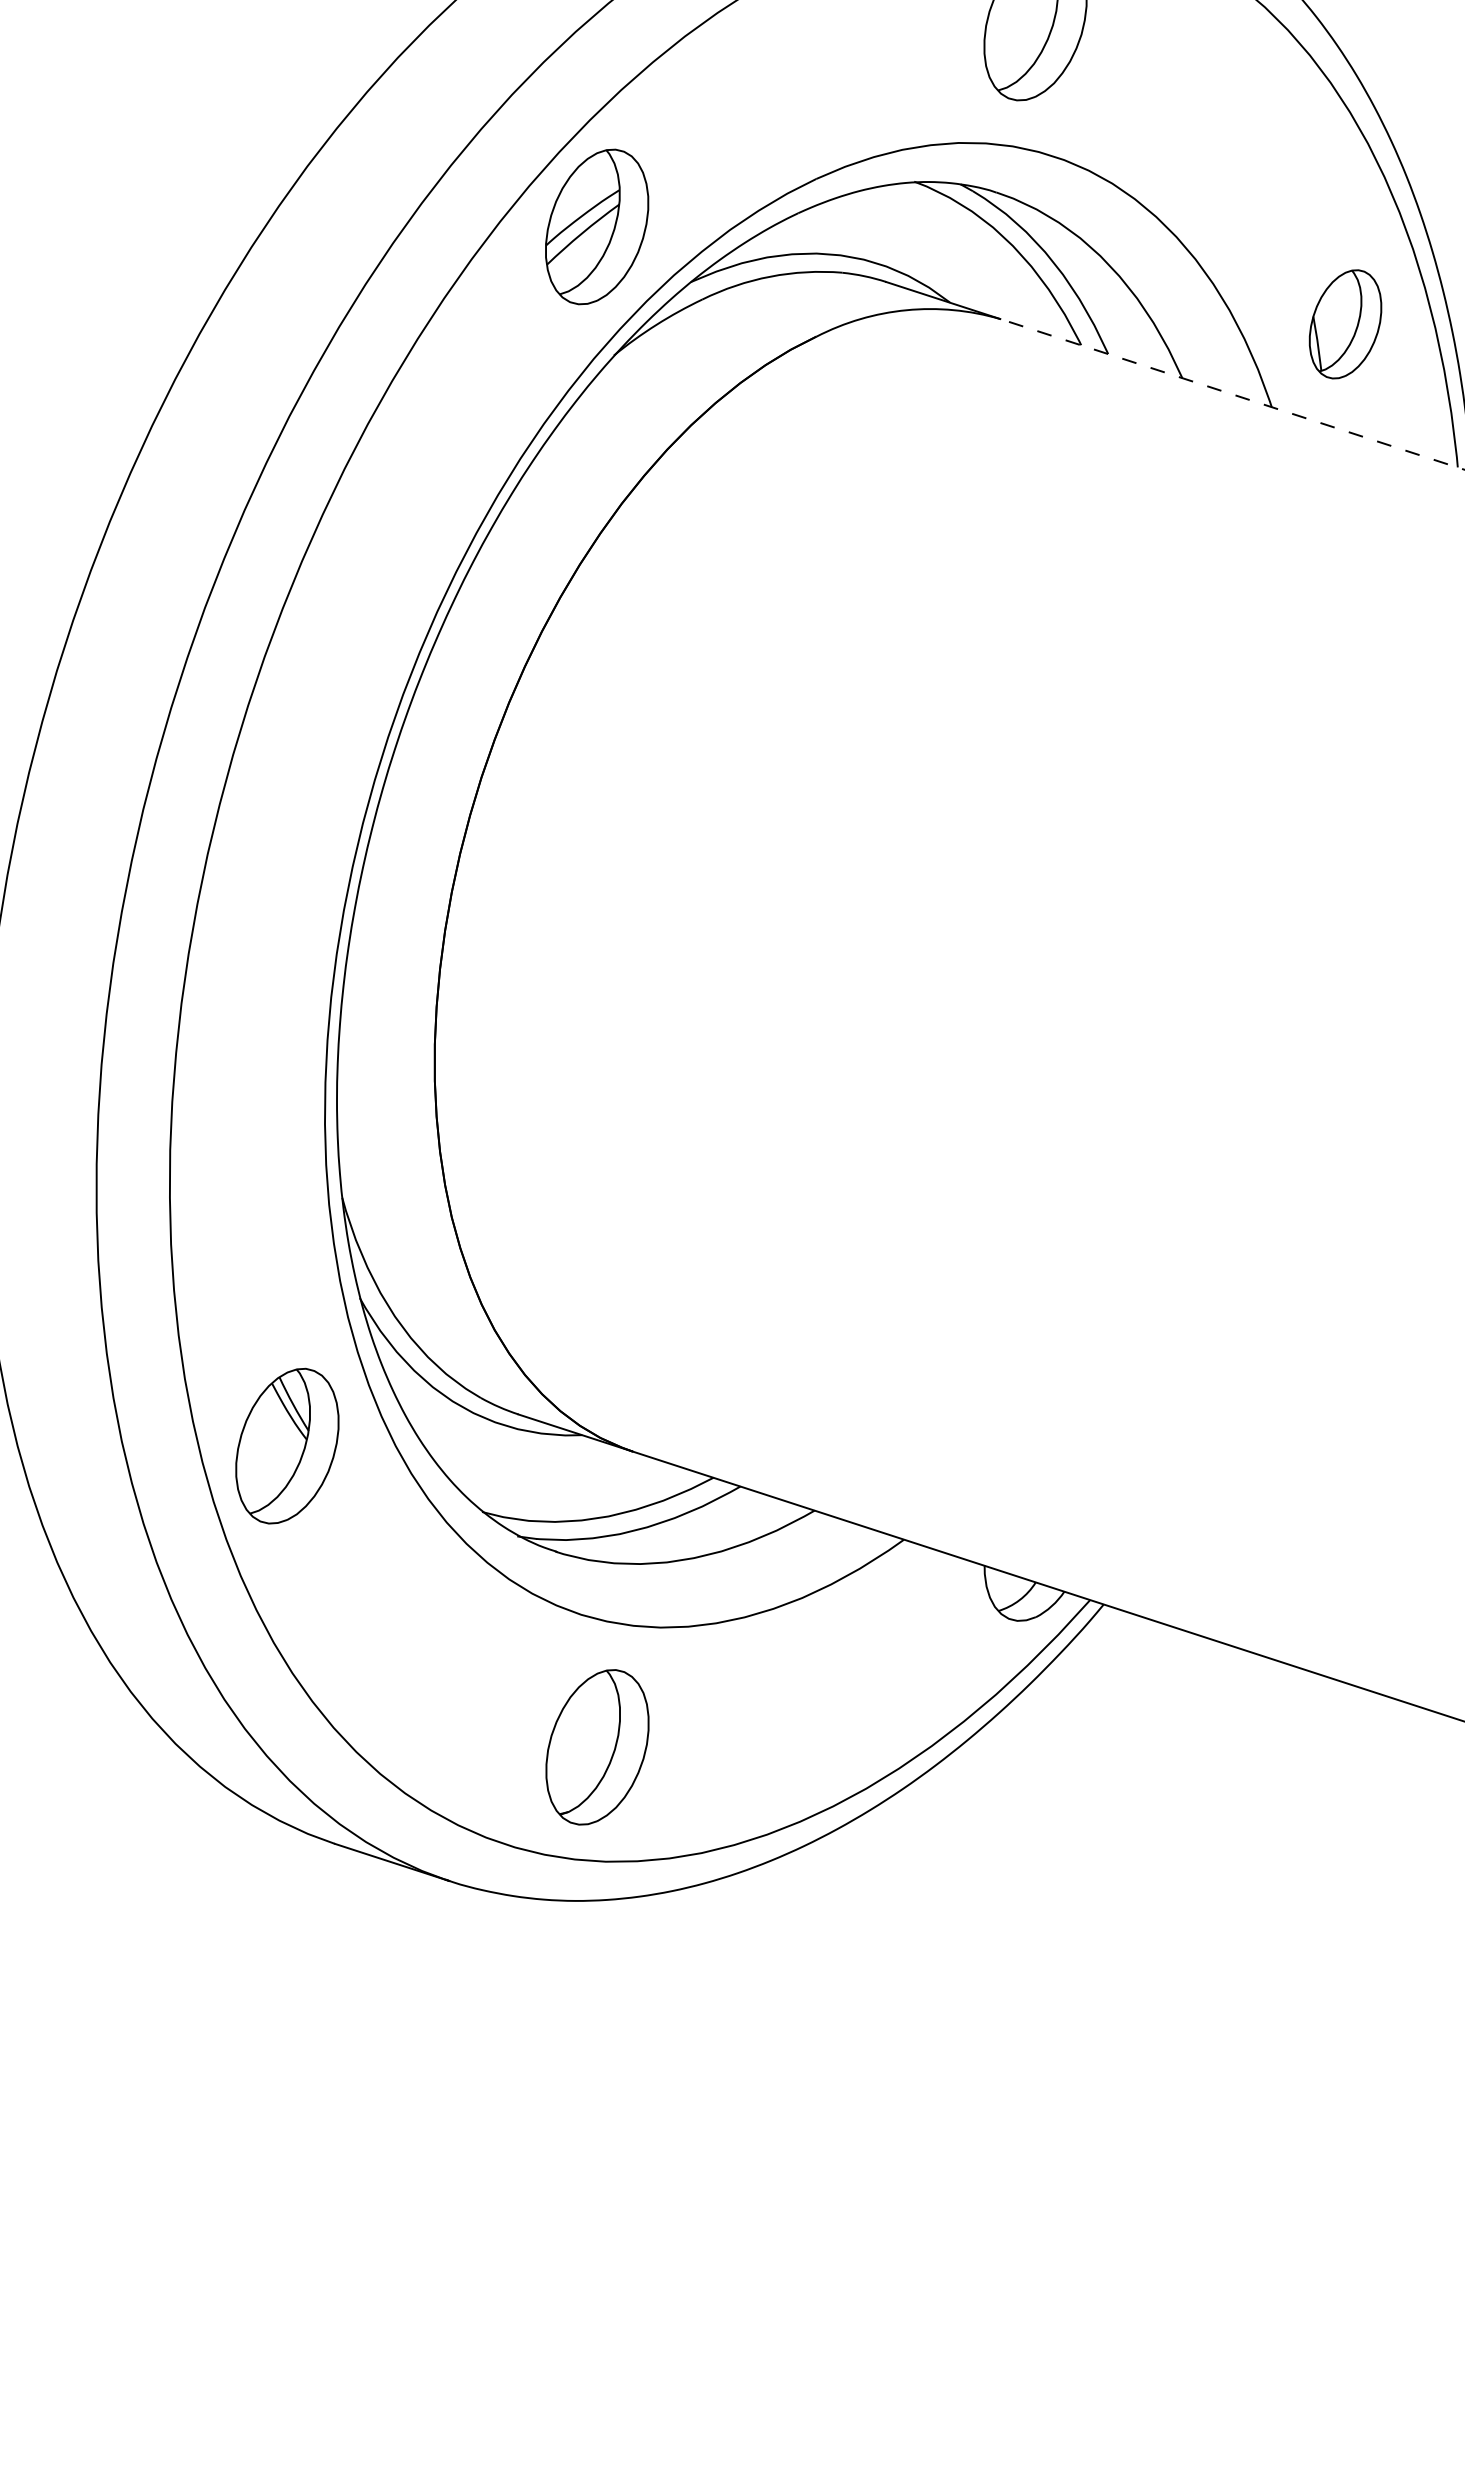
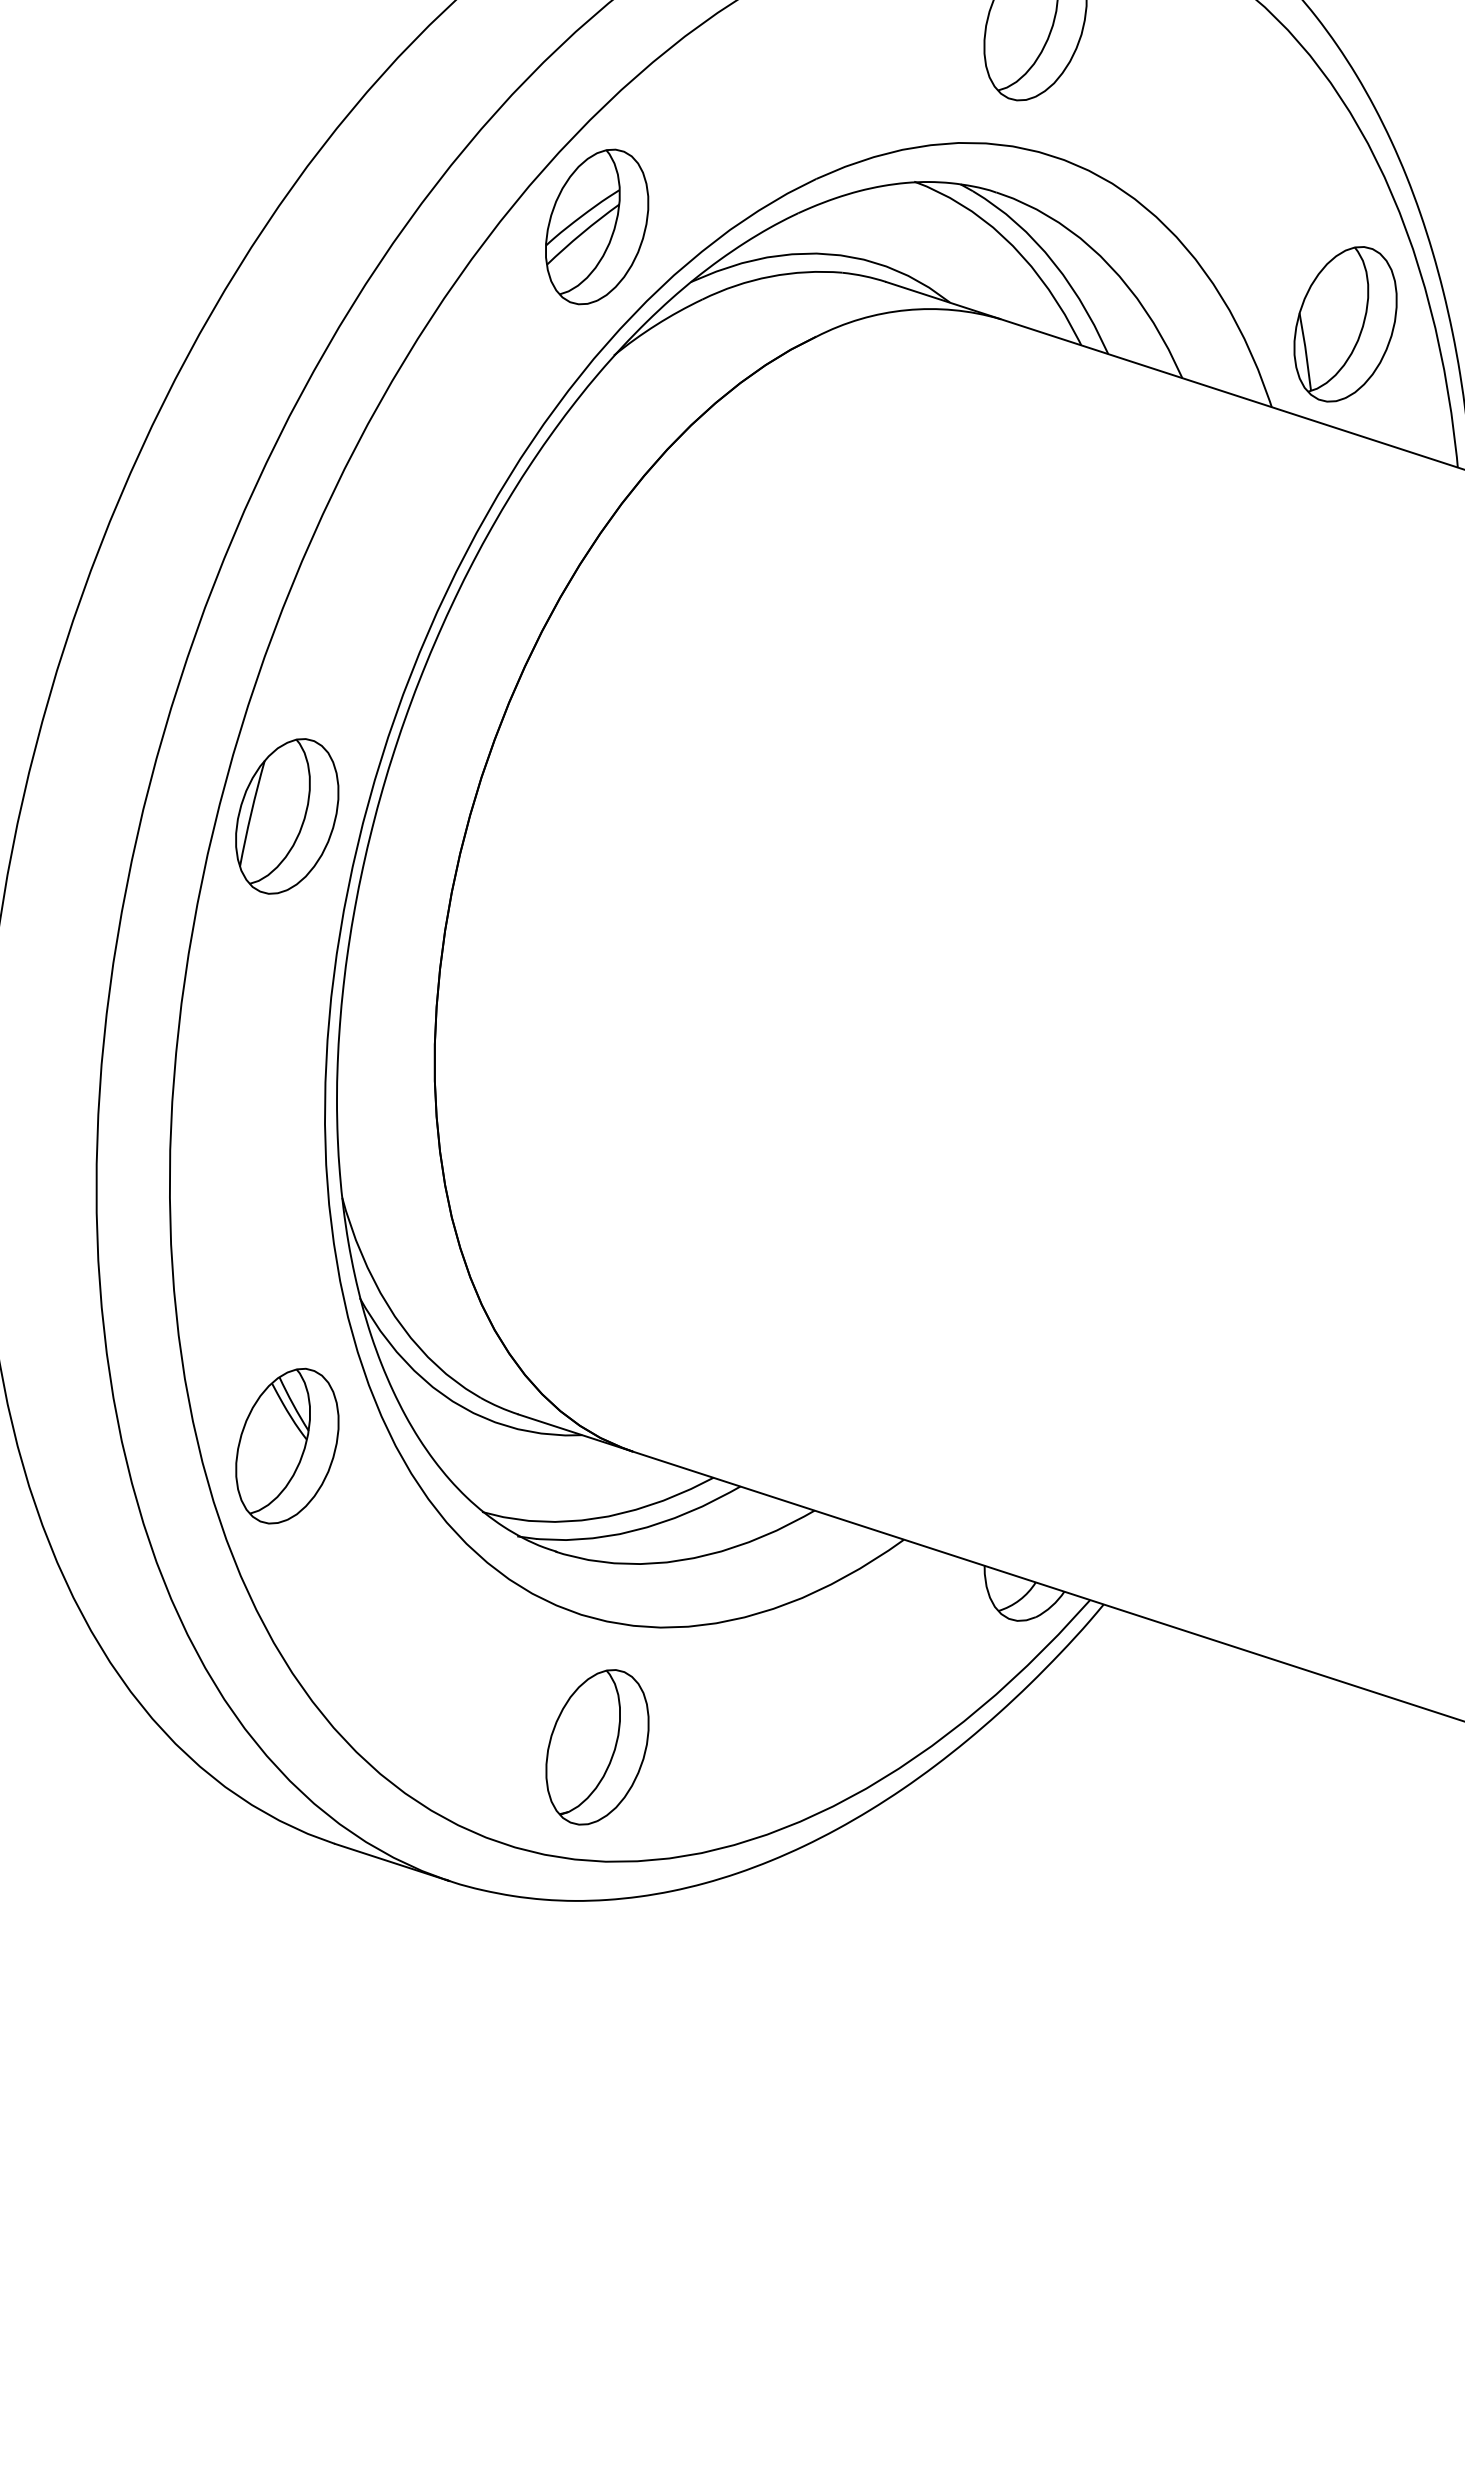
part at (1345, 324) size: 75x111 px -> 105x157 px
line at (1232, 394): dashed -> solid
part at (287, 816): none -> present
